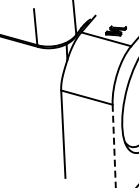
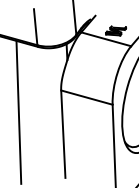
line at (18, 111): none -> present
line at (114, 146): dashed -> solid
